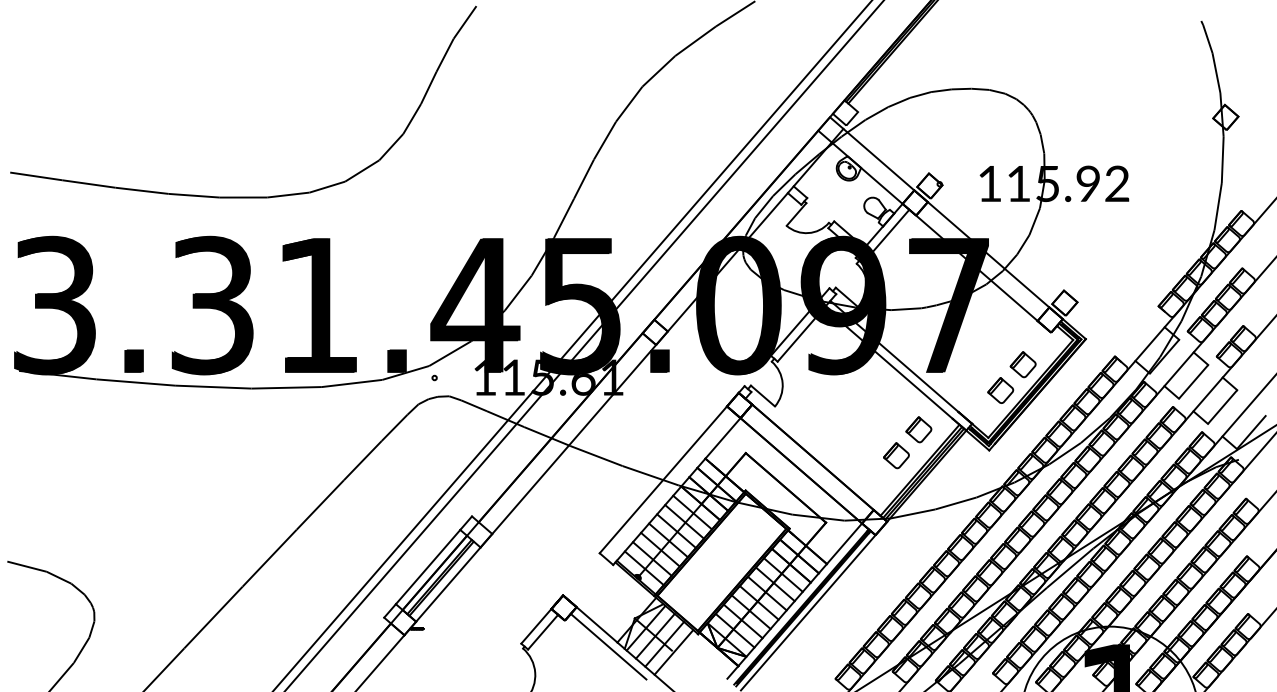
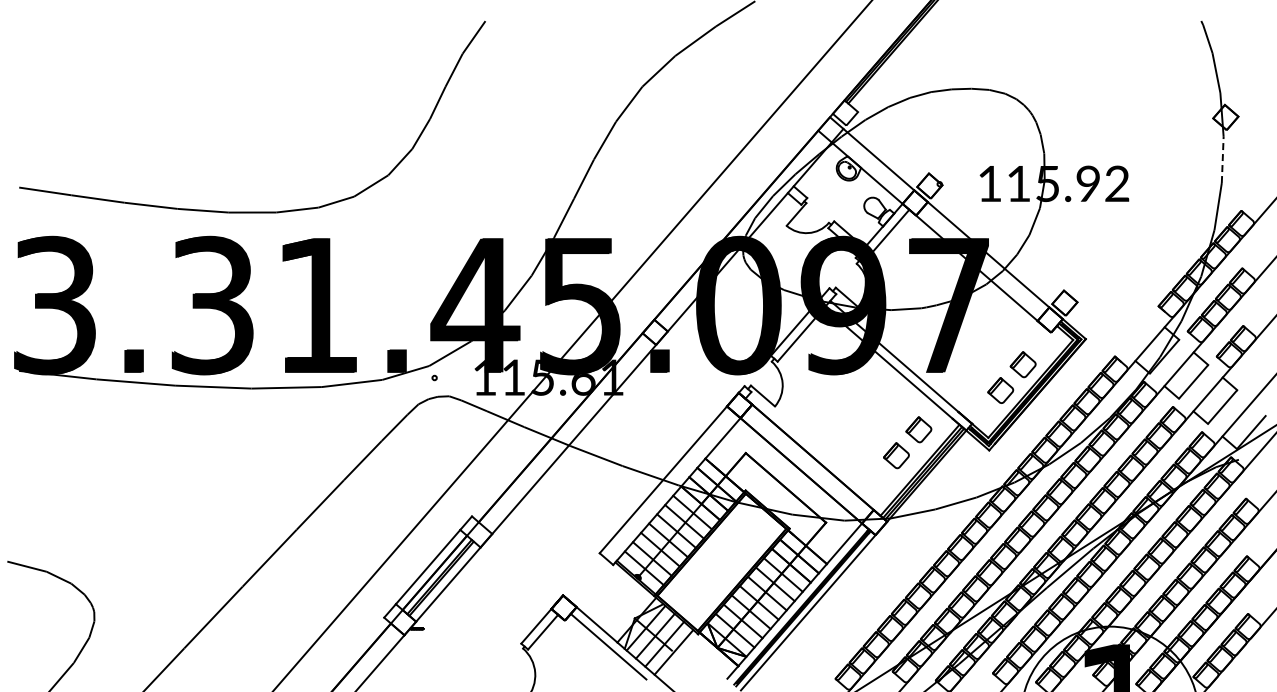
line at (1222, 159): solid -> dashed
part at (243, 196) position: (243, 196) -> (252, 211)
line at (584, 345): present -> none
